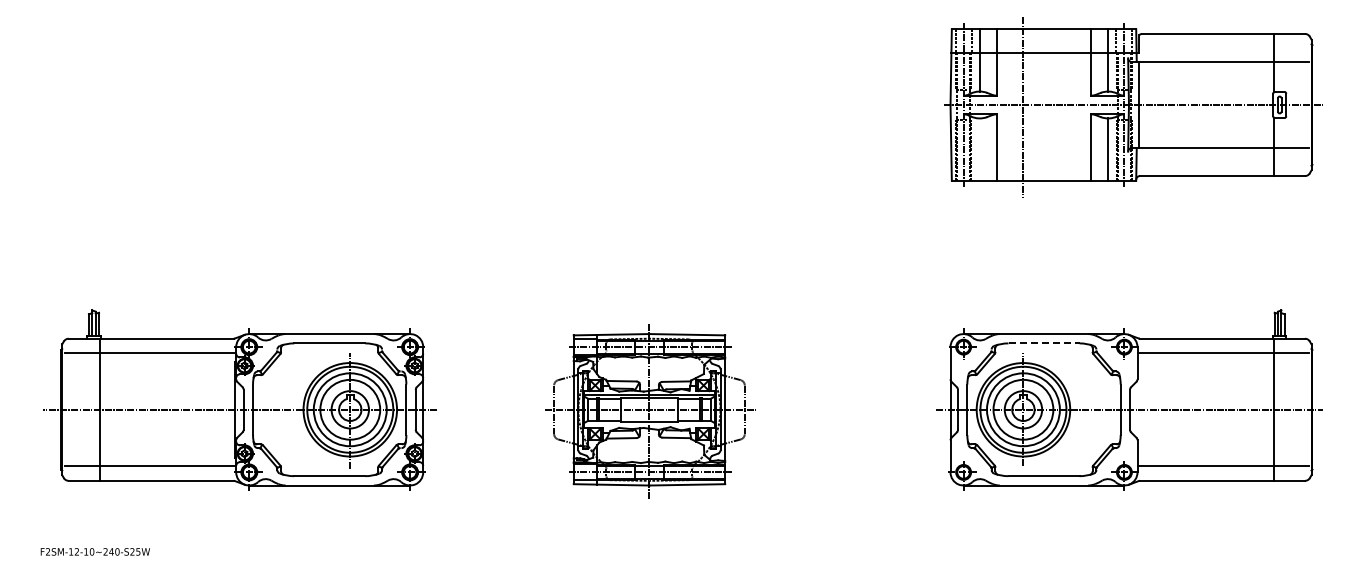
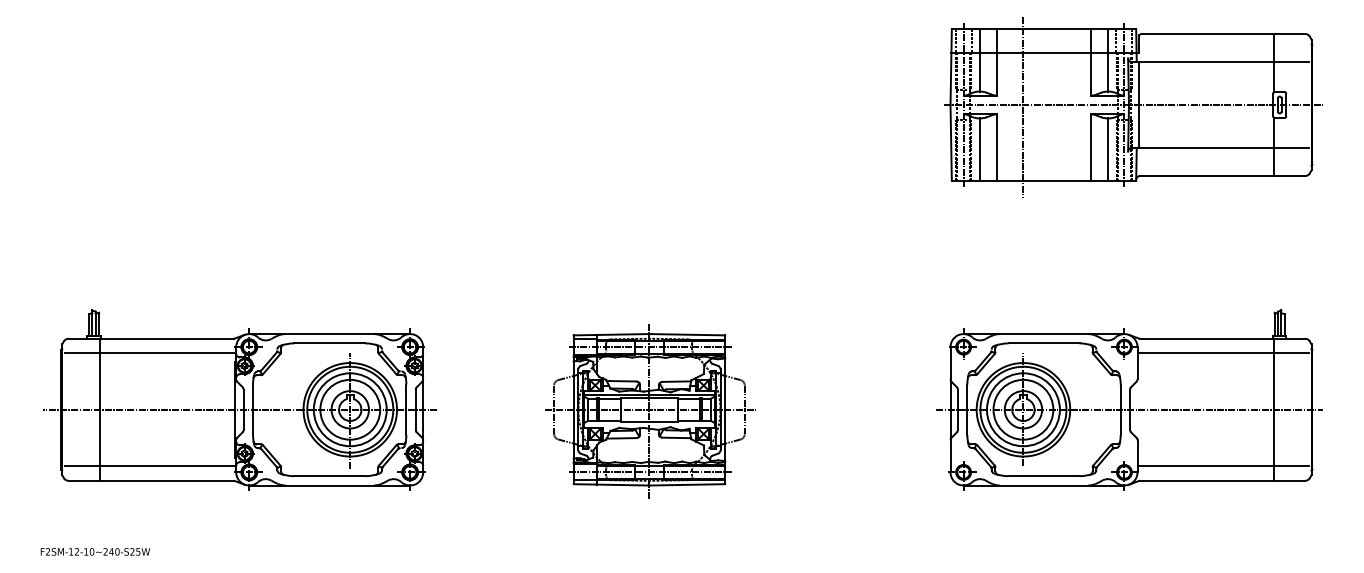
line at (979, 149): none -> present
line at (1044, 343): dashed -> solid
